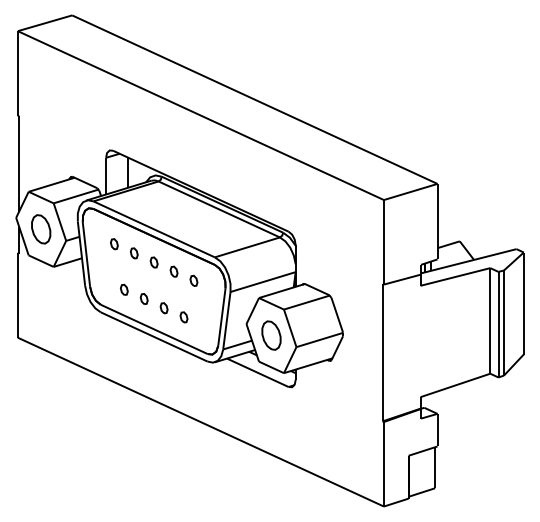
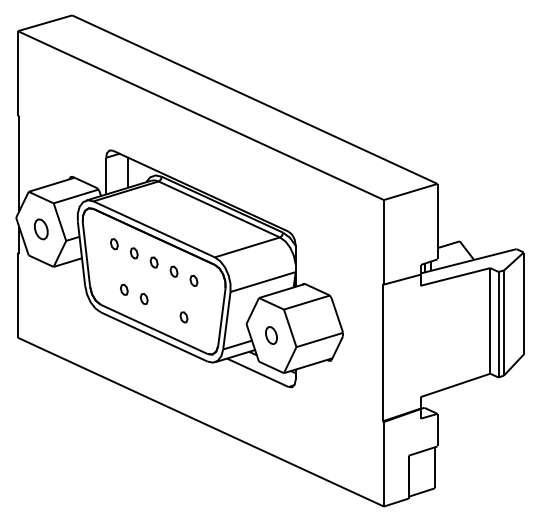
part at (41, 229) size: 21x31 px -> 15x23 px
part at (163, 308): present -> none
part at (271, 335) size: 21x31 px -> 13x19 px
